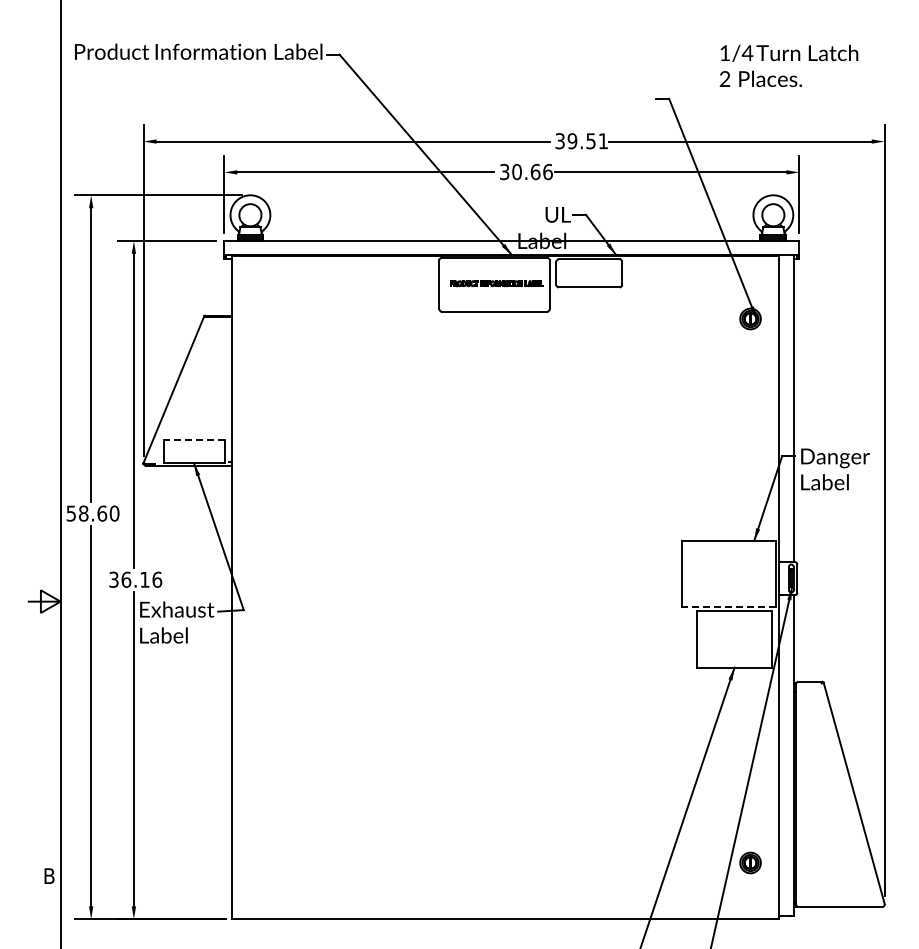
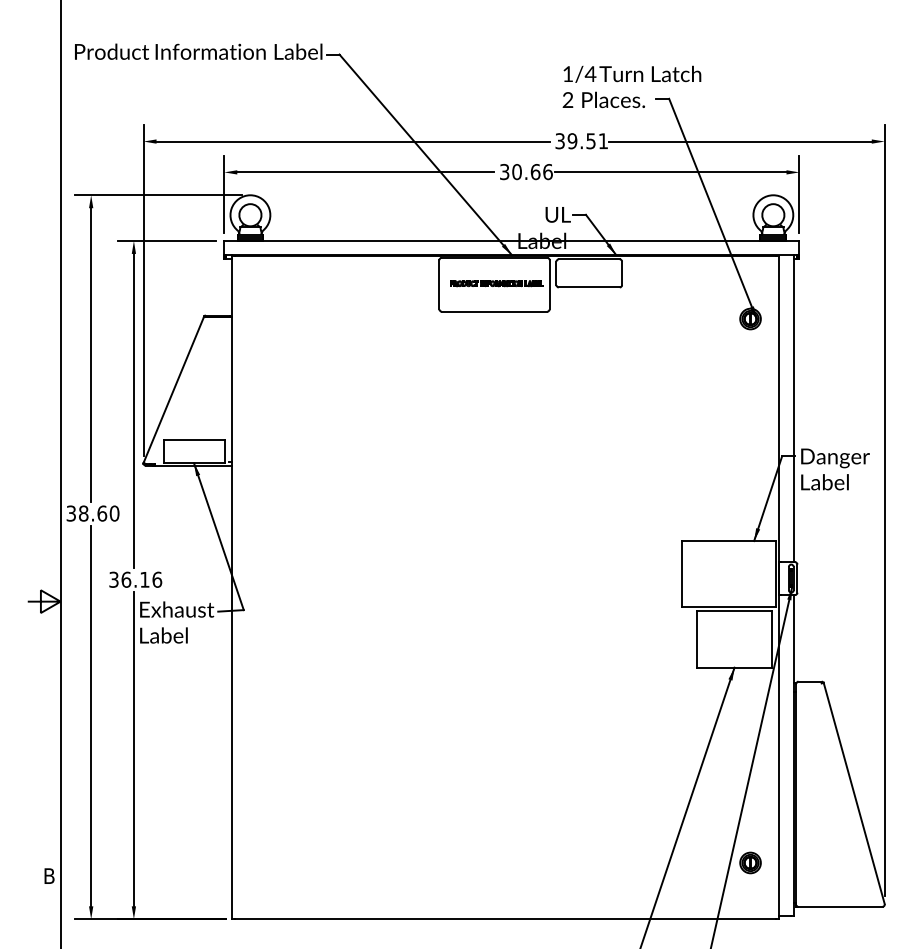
text at (788, 65) position: (788, 65) -> (631, 86)
line at (193, 439): dashed -> solid
text at (71, 512): 58.60 -> 38.60
line at (728, 606): dashed -> solid
